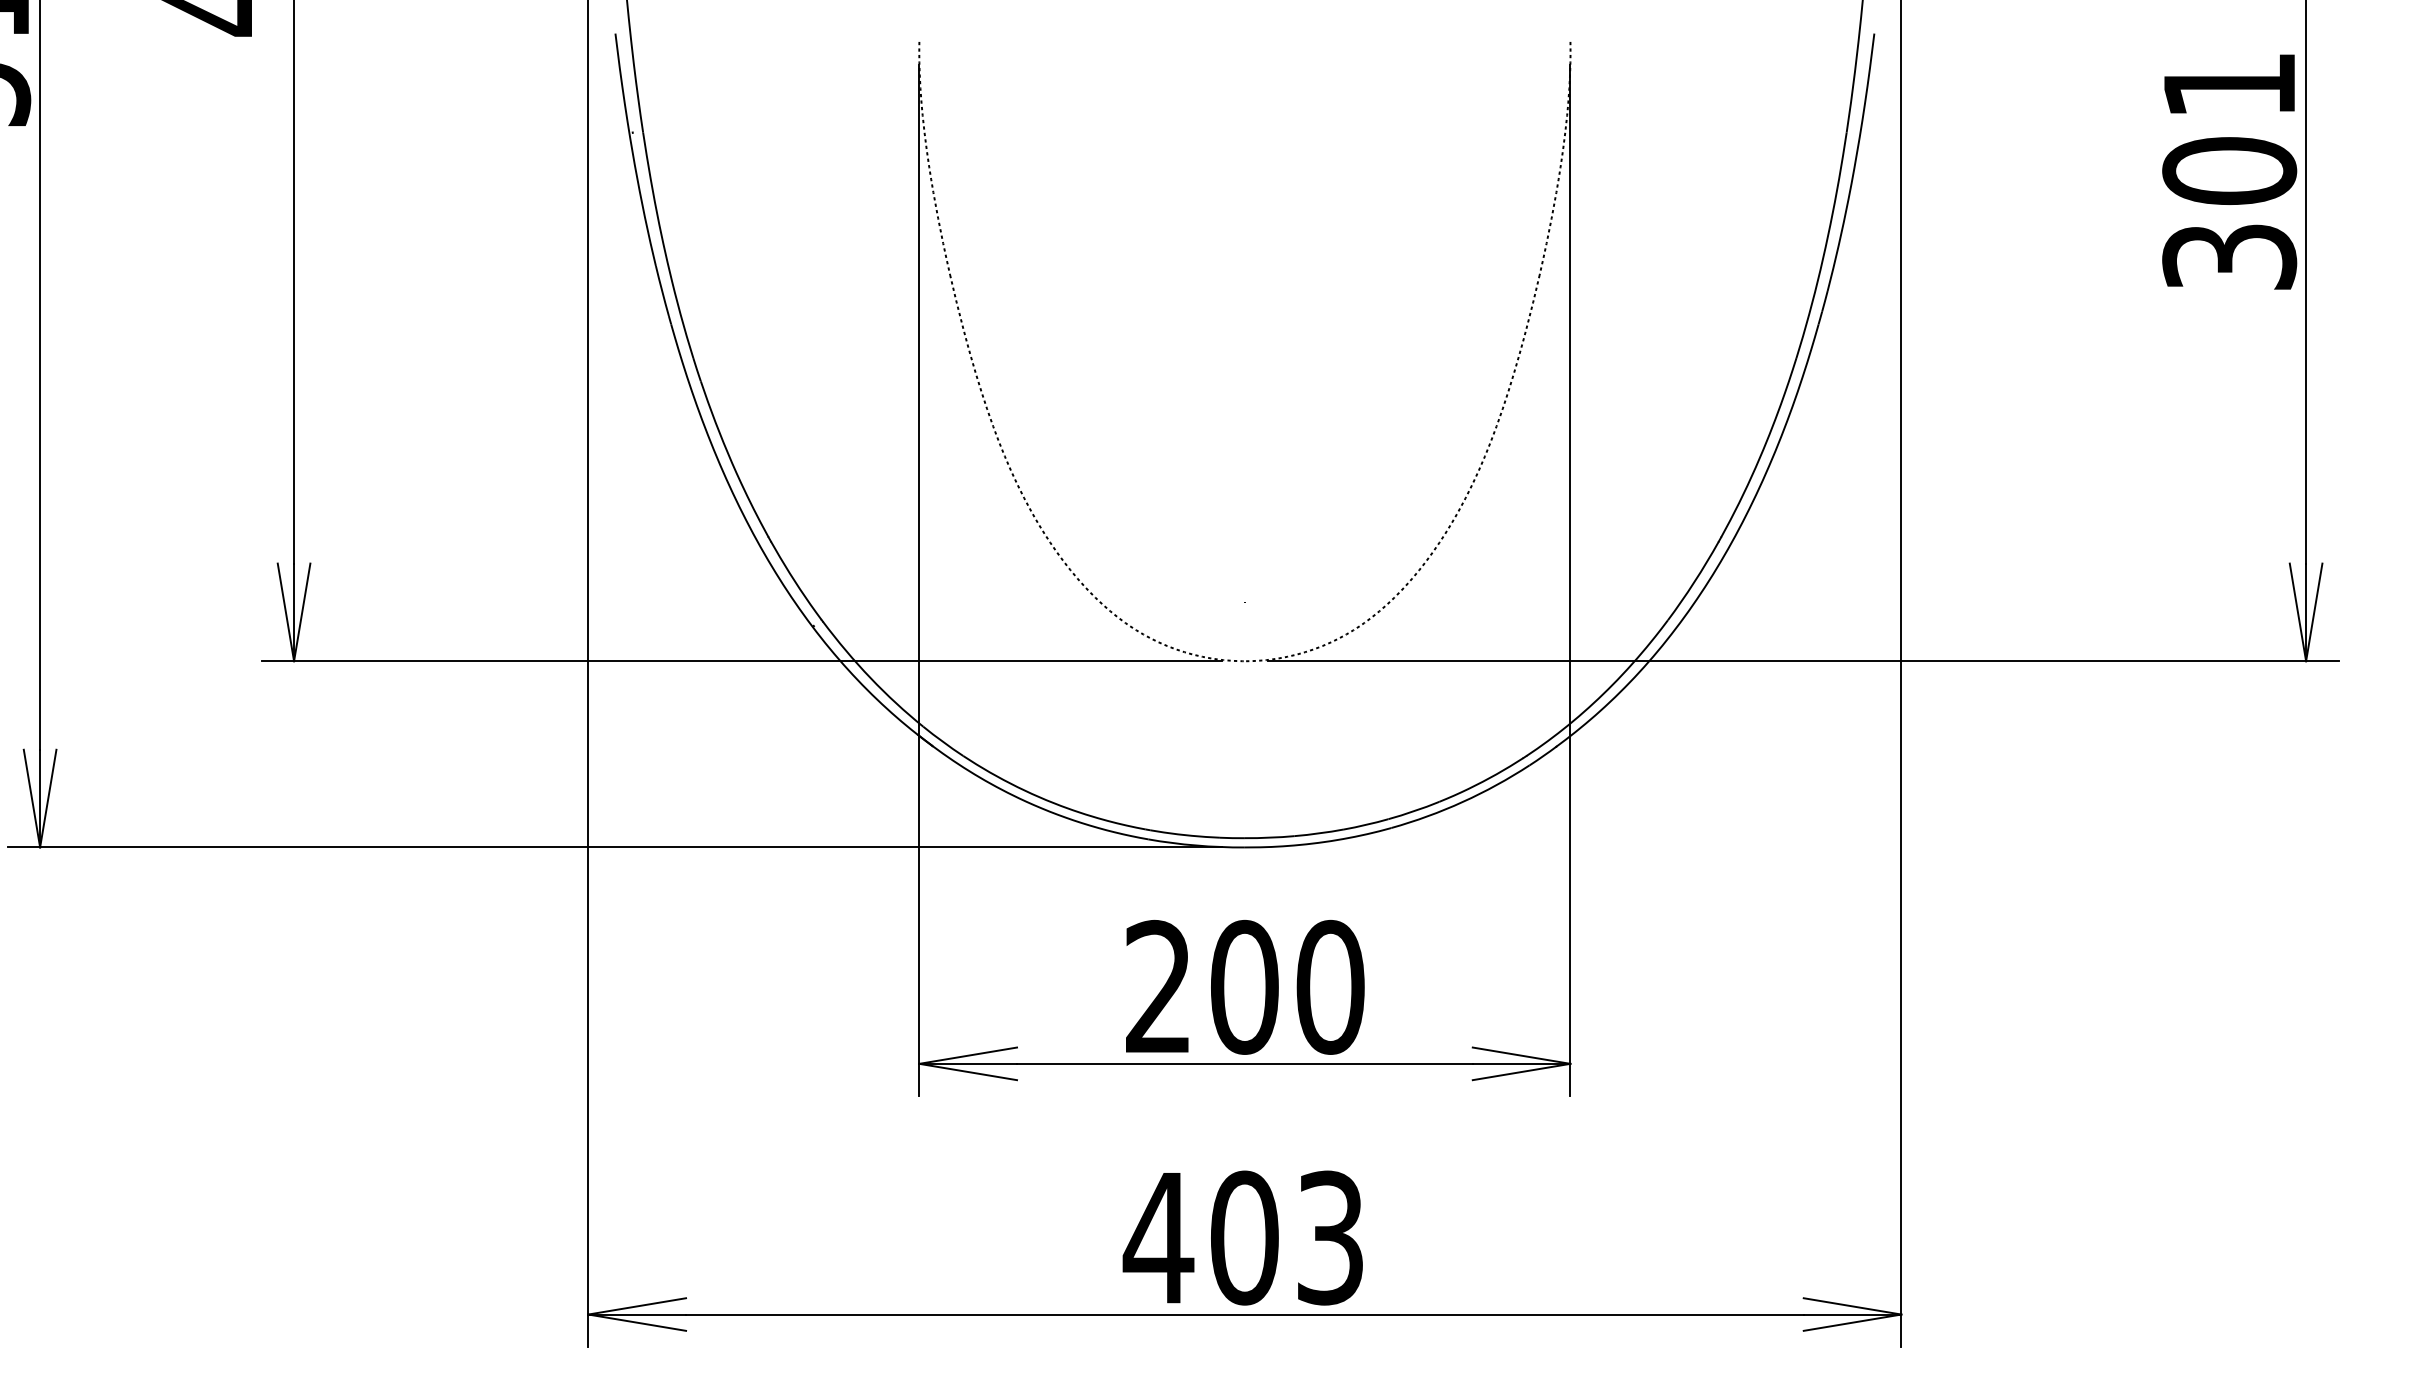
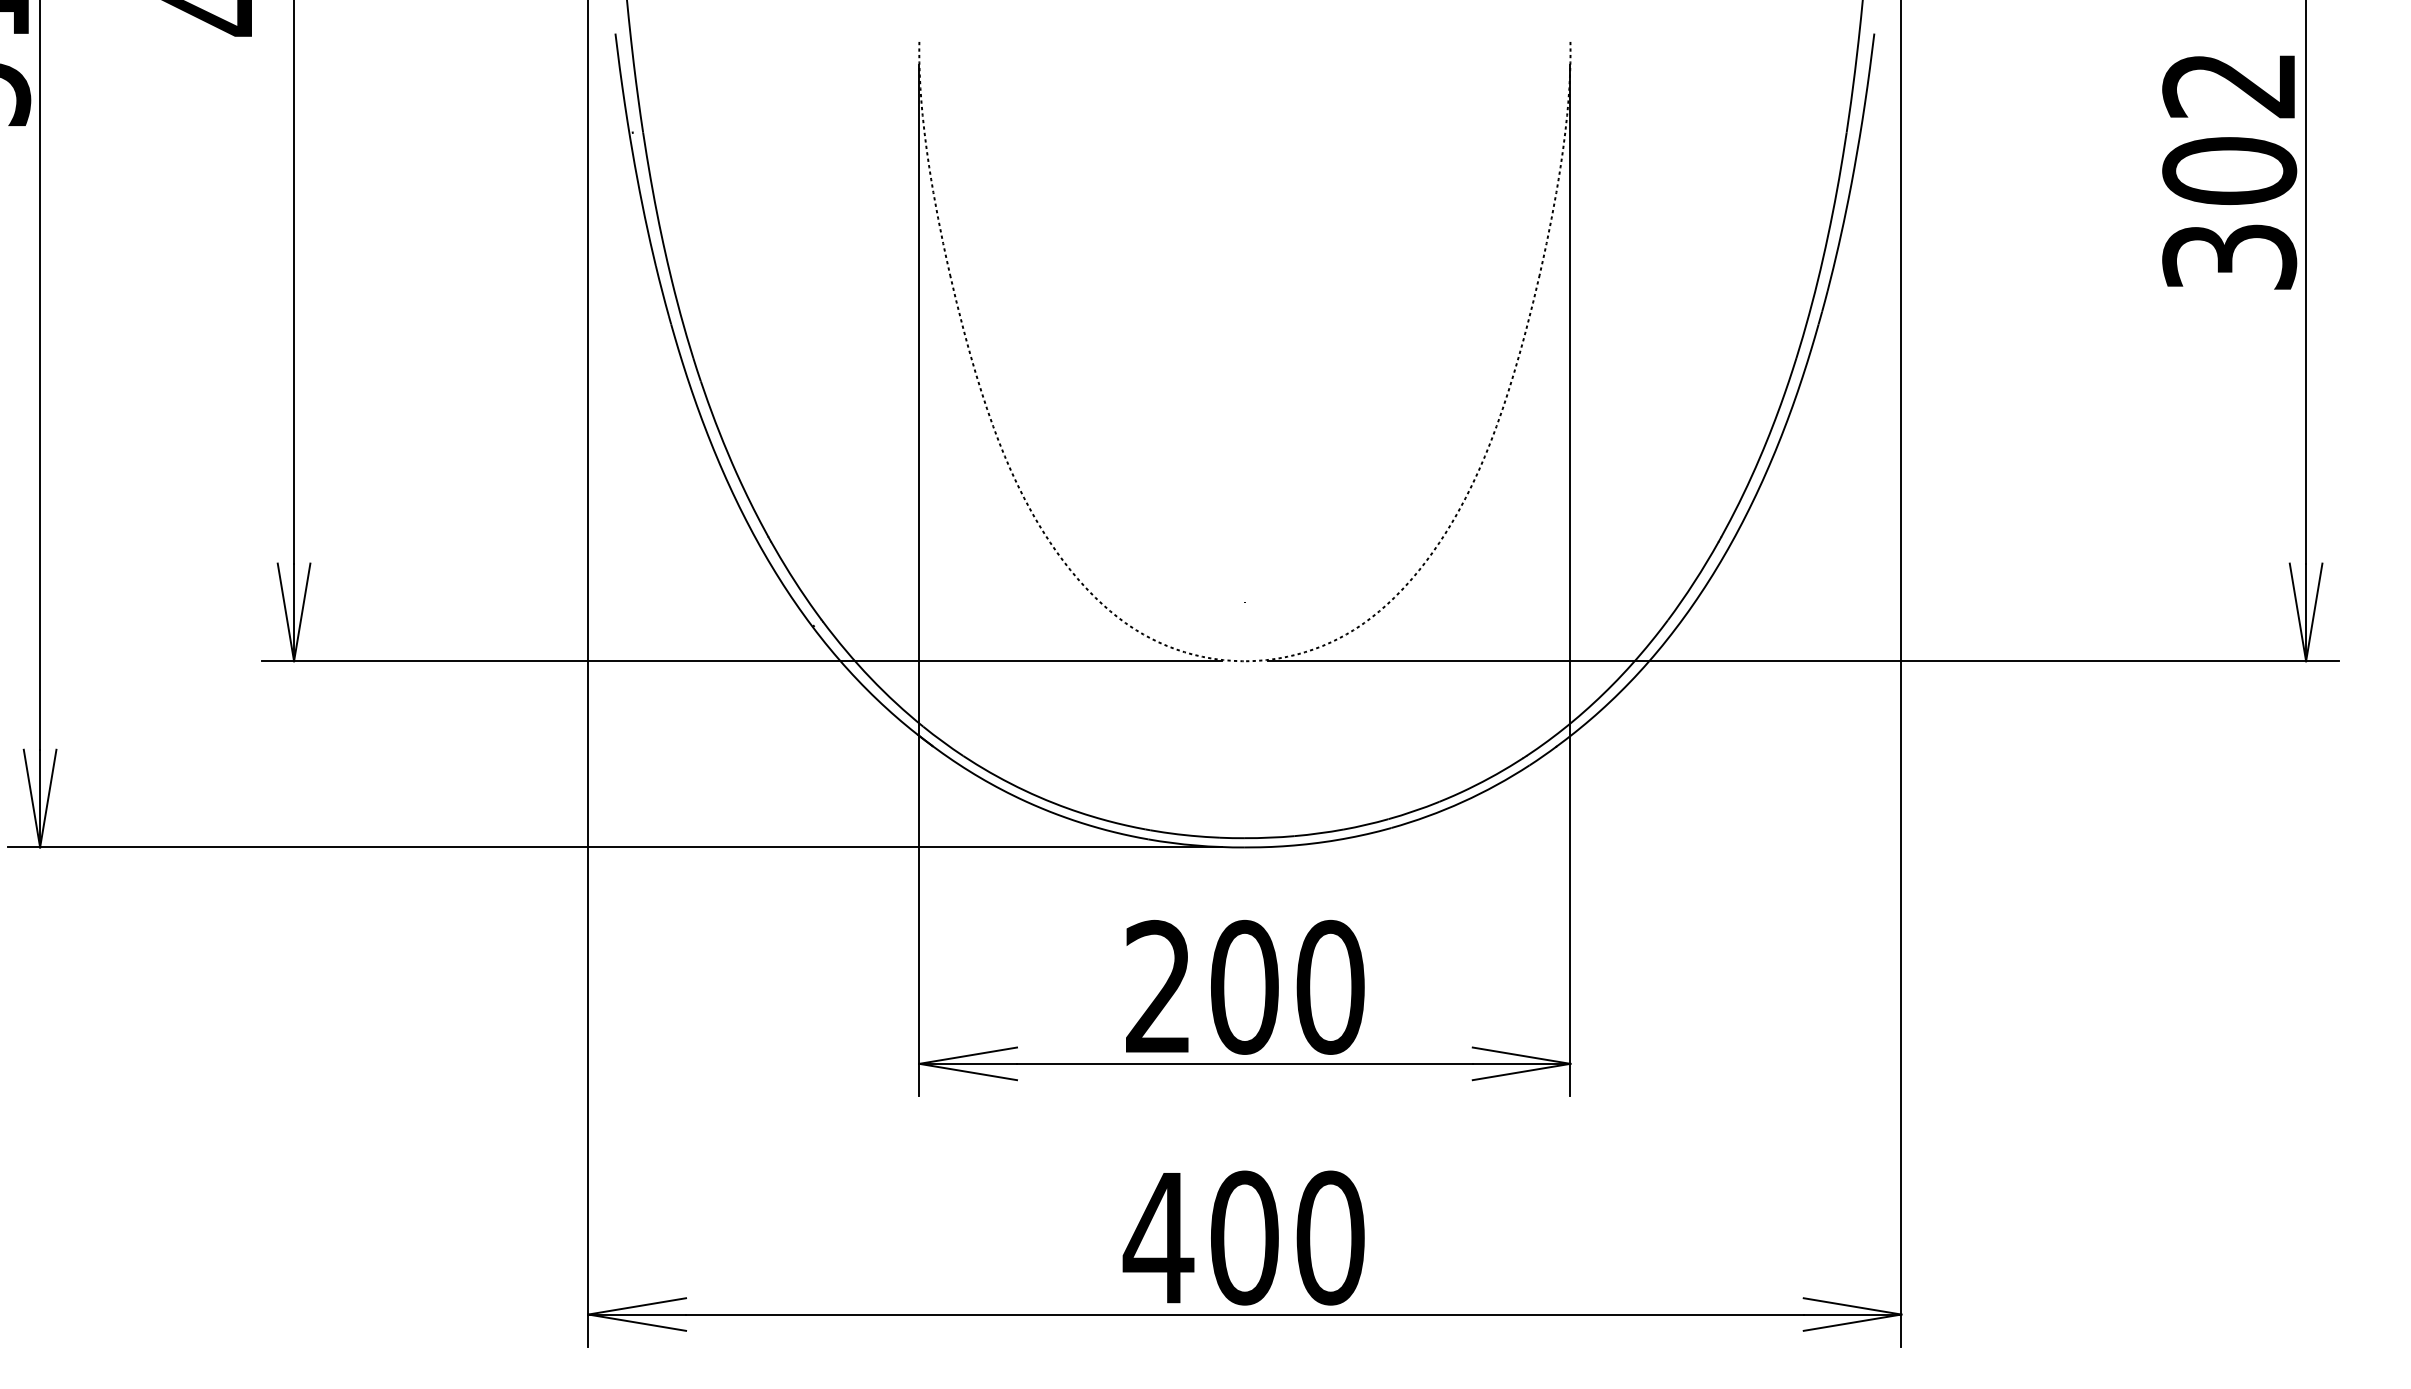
text at (2228, 86): 301 -> 302
text at (1330, 1237): 403 -> 400
